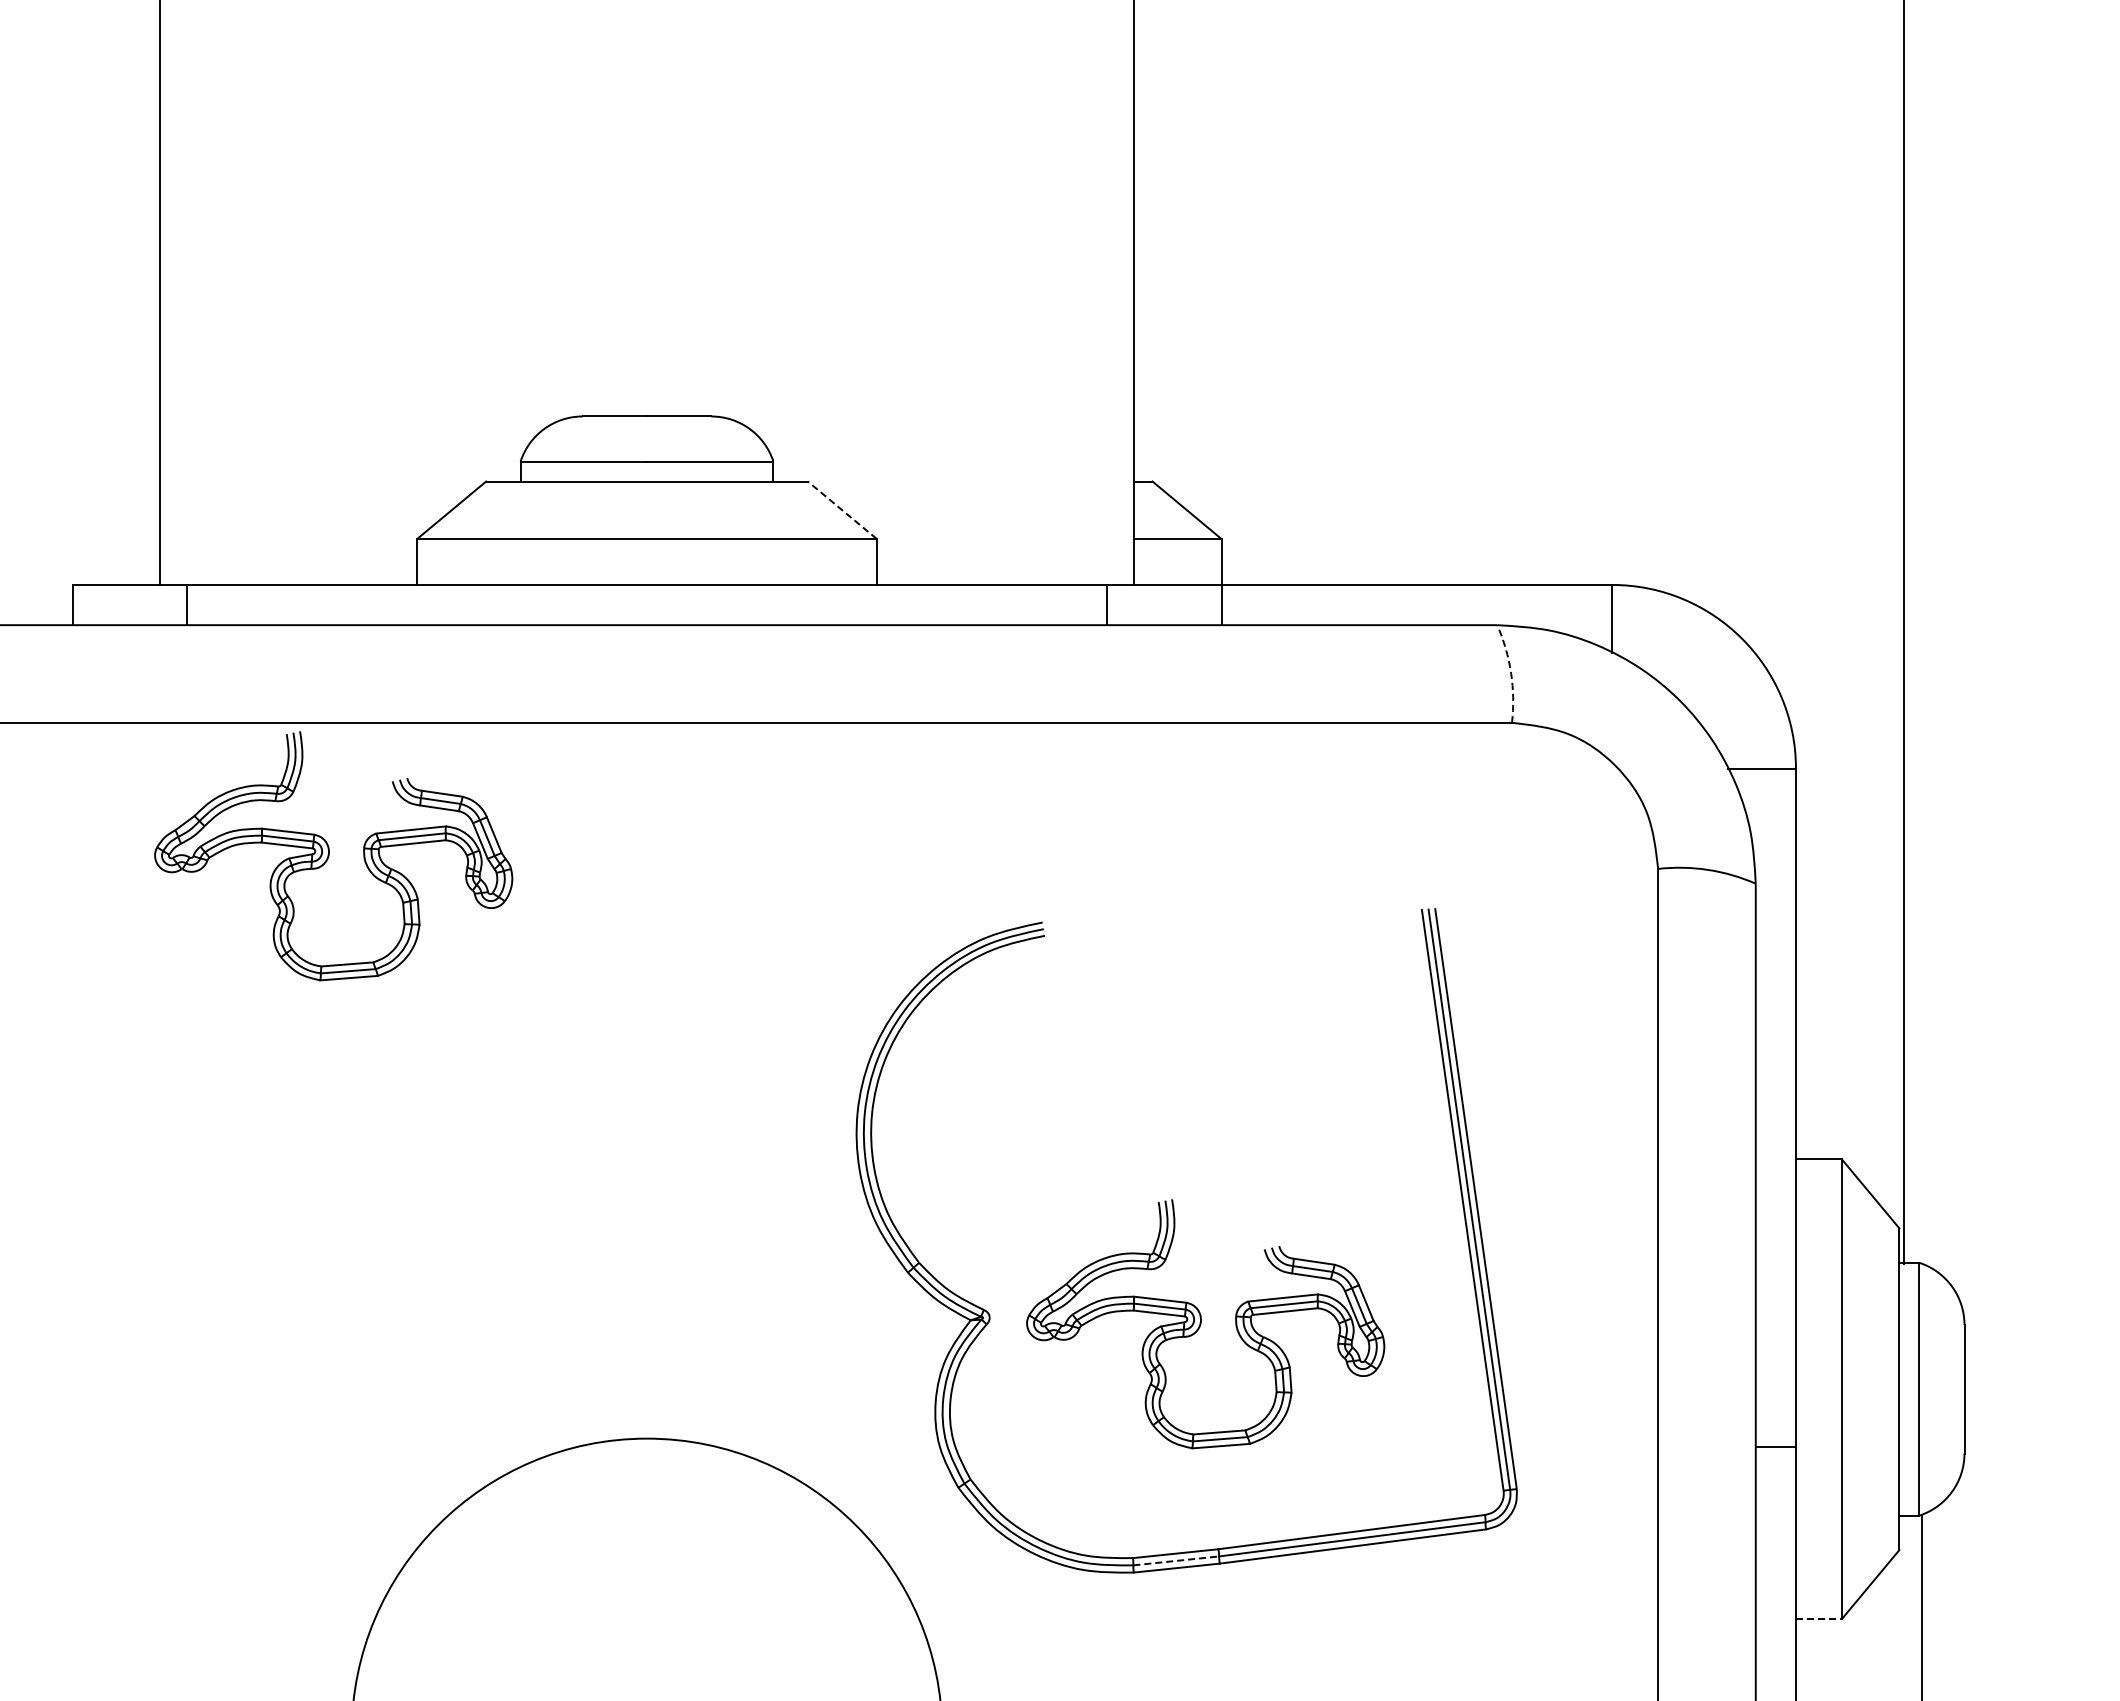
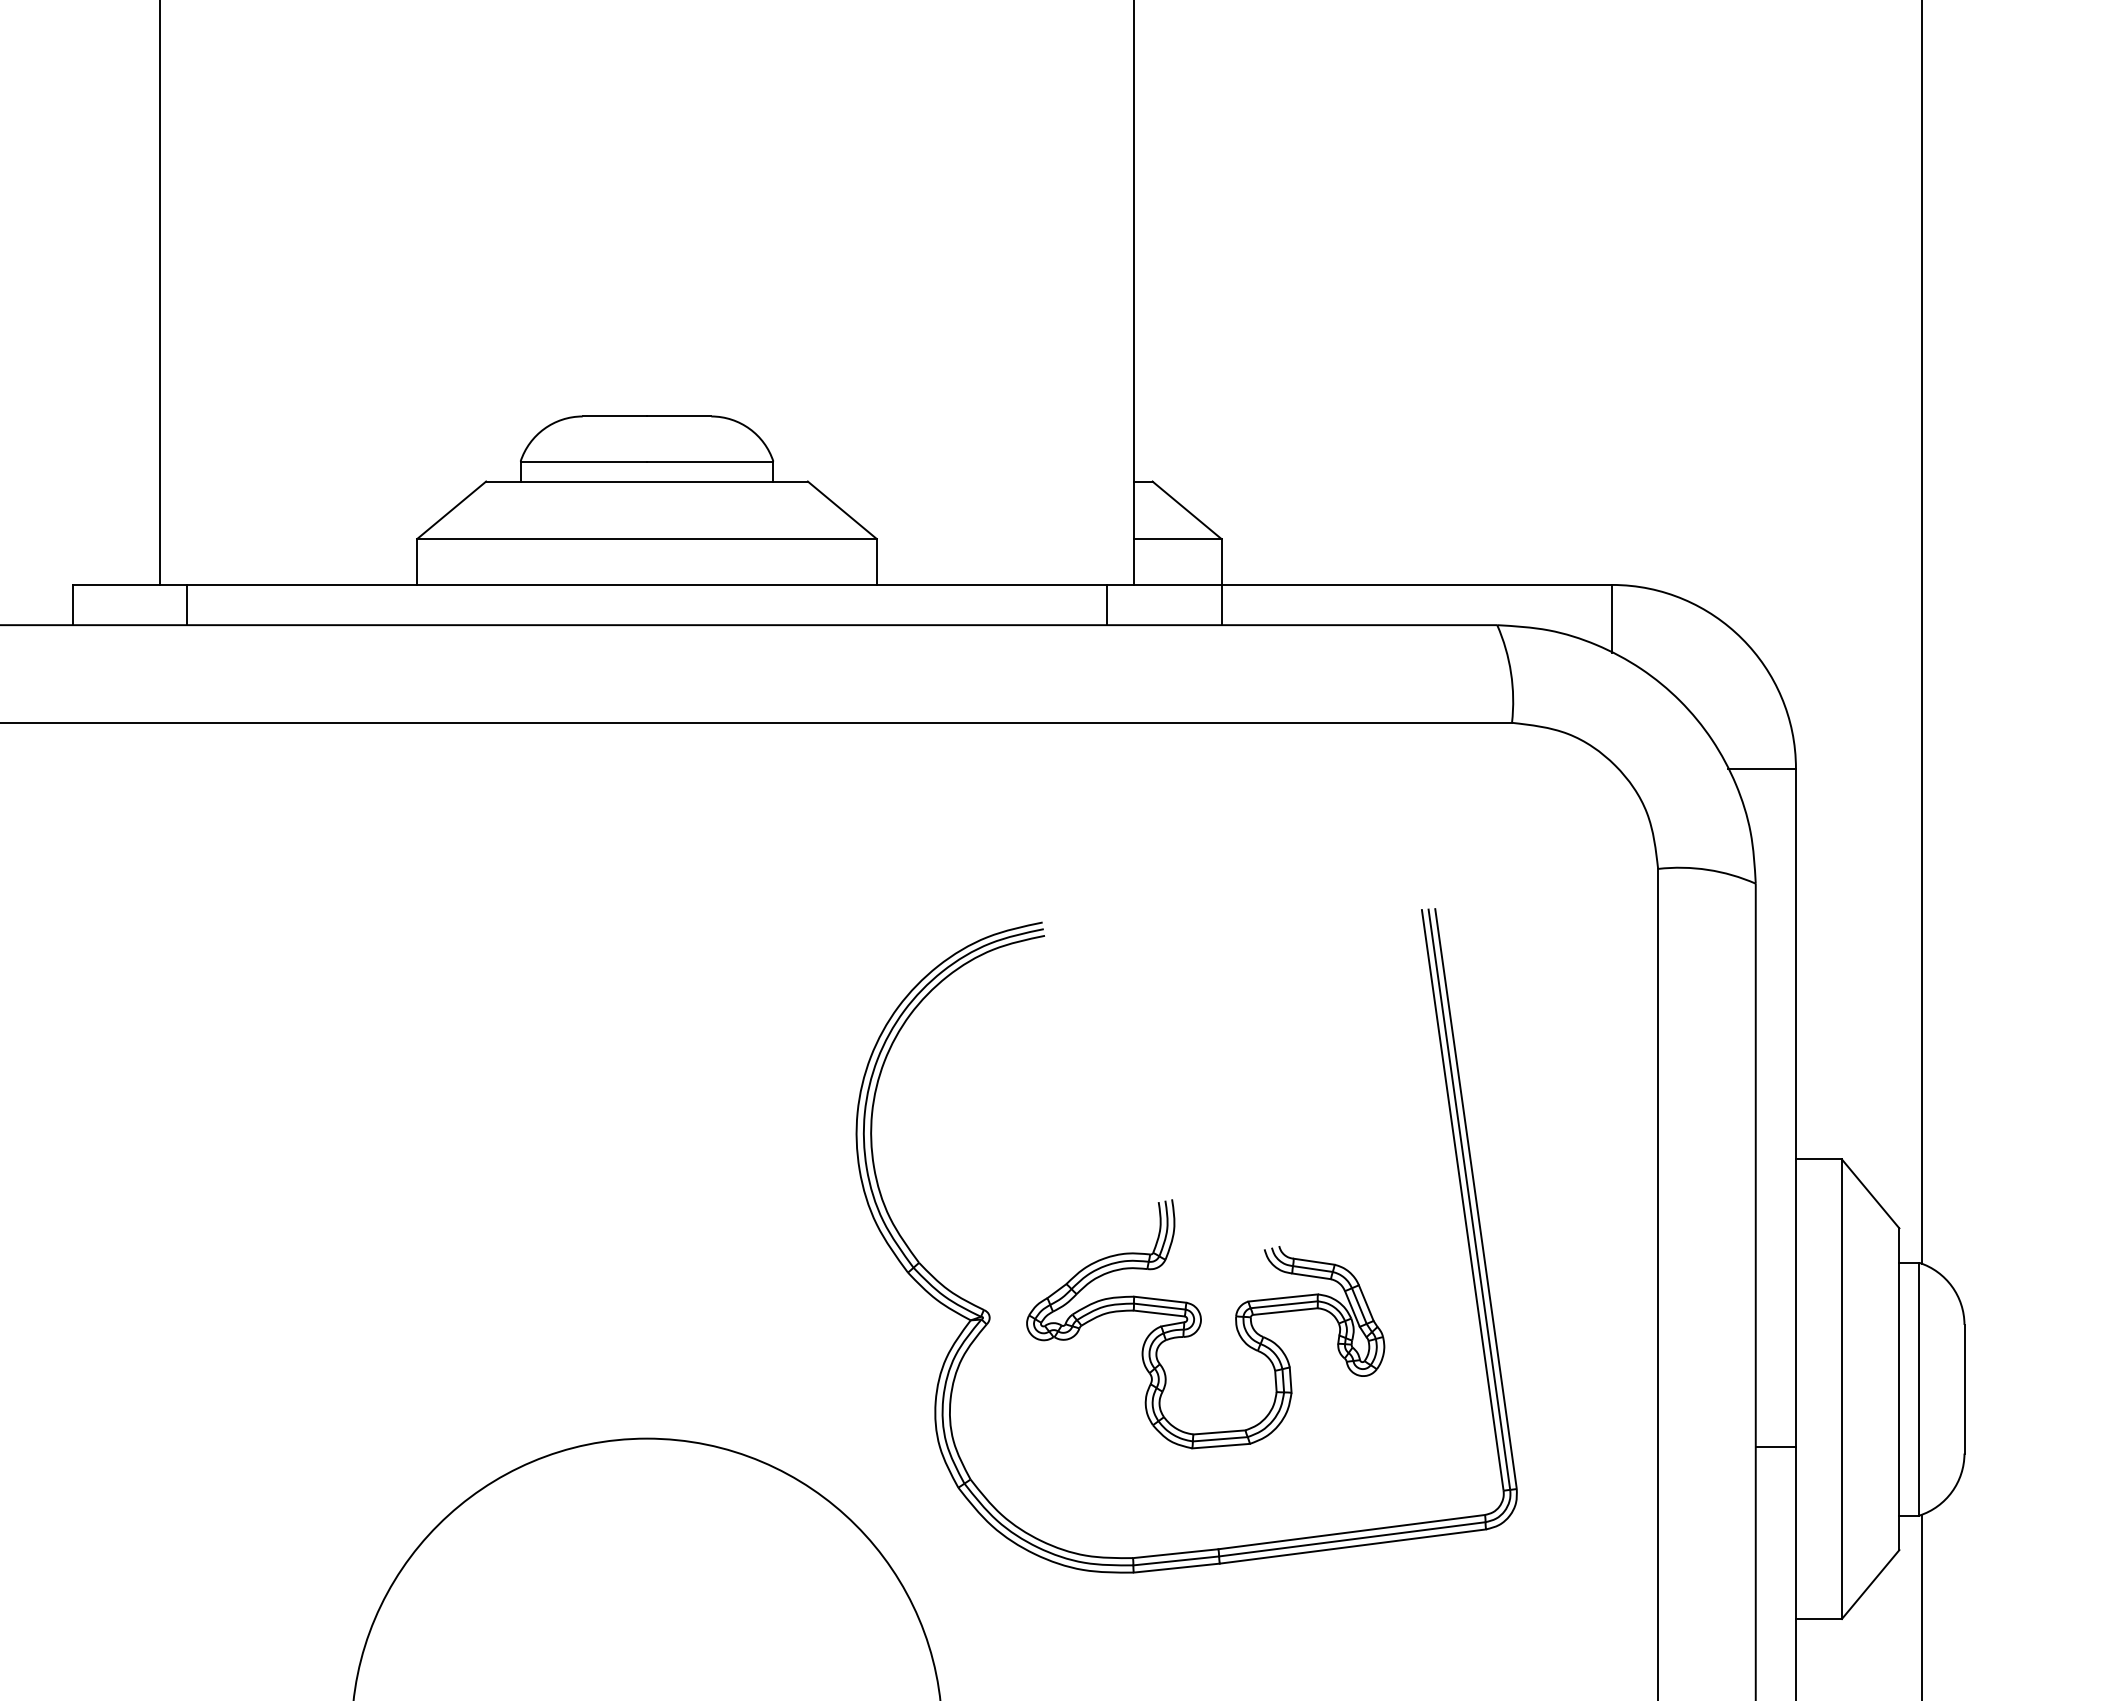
line at (842, 510): dashed -> solid
line at (1904, 632) position: (1904, 632) -> (1922, 632)
arc at (1511, 673): dashed -> solid
part at (333, 856): present -> none
line at (1176, 1560): dashed -> solid
line at (1818, 1619): dashed -> solid
